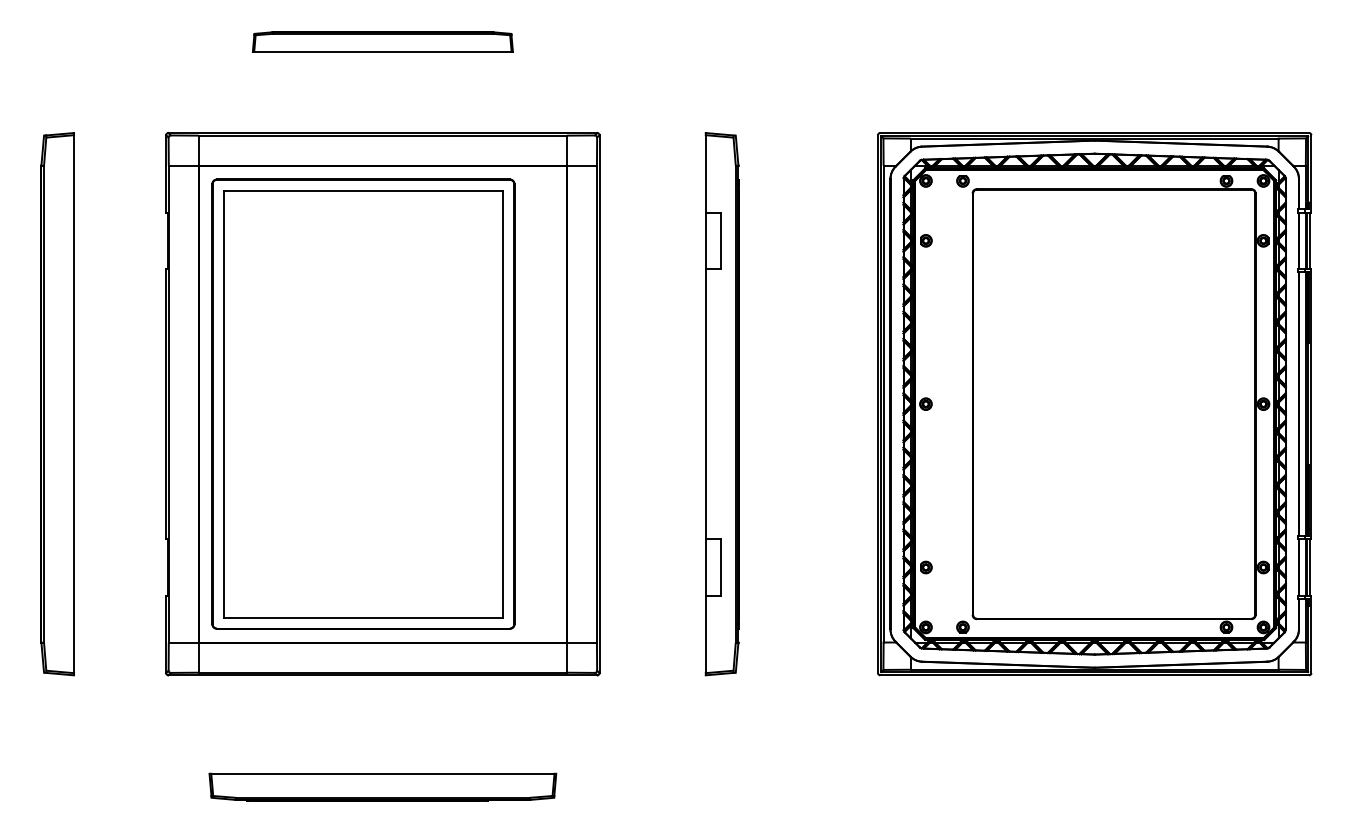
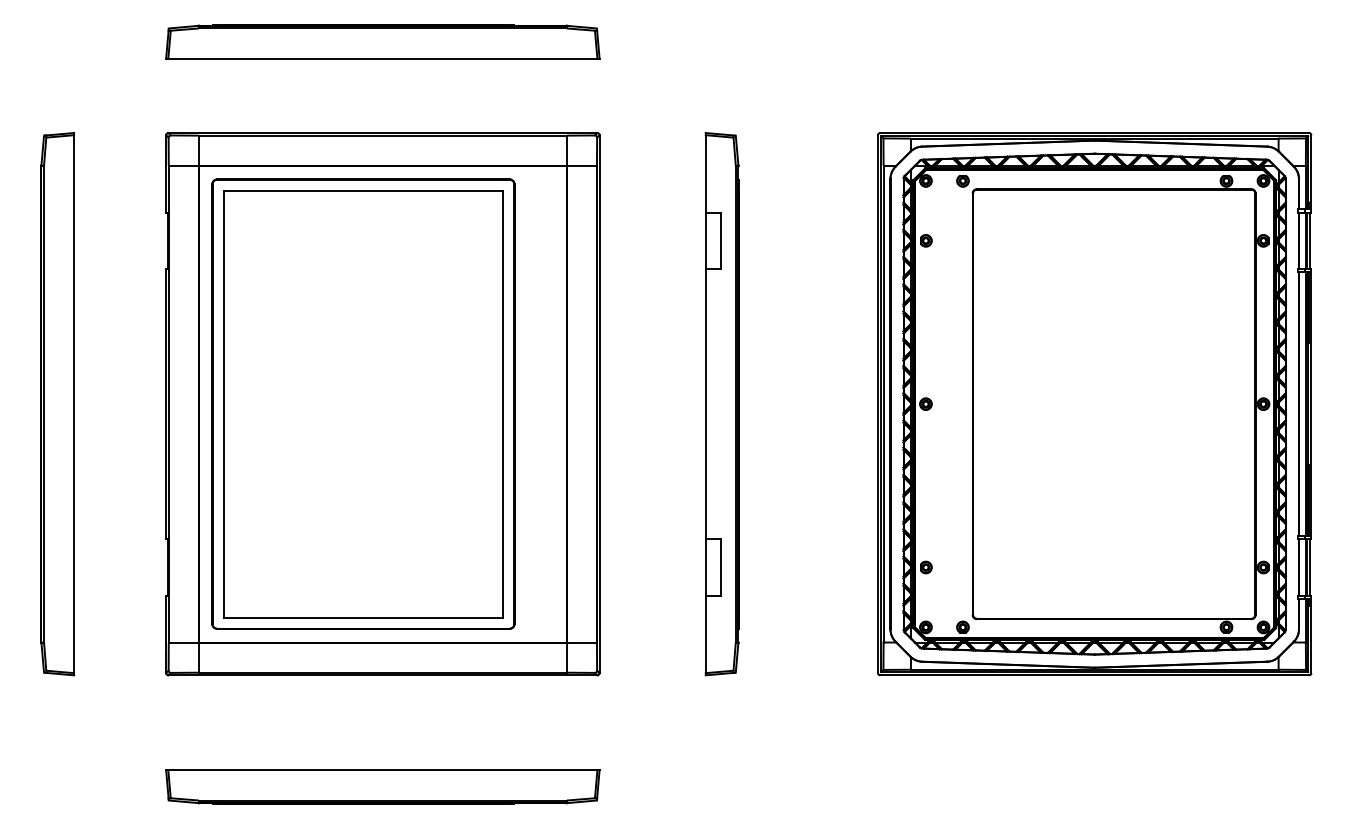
part at (382, 41) size: 262x22 px -> 436x36 px
part at (382, 786) size: 350x30 px -> 436x36 px
